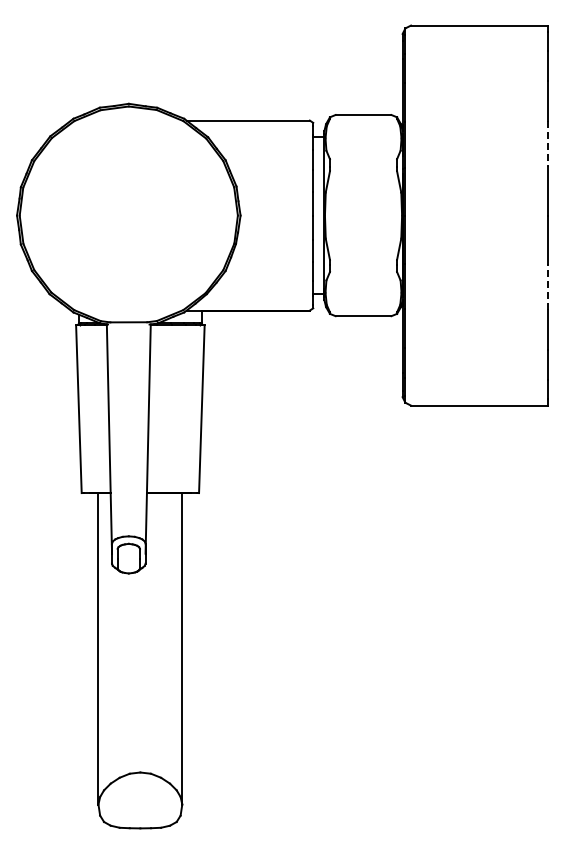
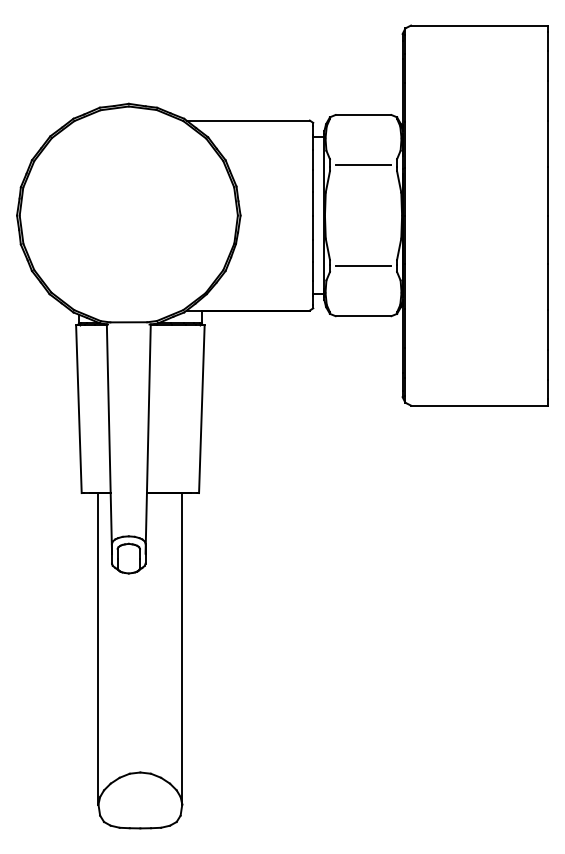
line at (547, 144): dashed -> solid
line at (363, 165): none -> present
line at (363, 266): none -> present
line at (547, 287): dashed -> solid
